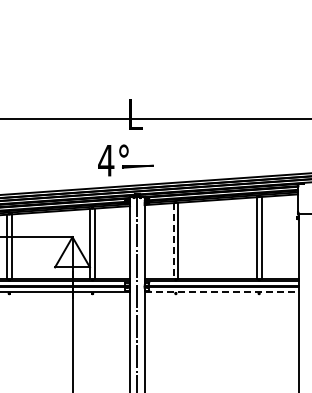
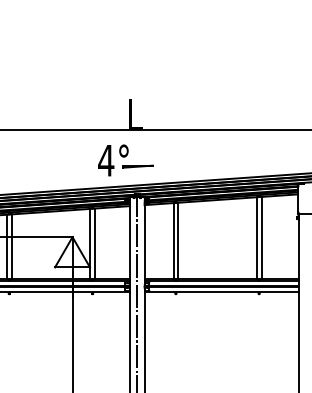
line at (155, 119) position: (155, 119) -> (155, 130)
line at (173, 241): dashed -> solid
line at (222, 292): dashed -> solid
